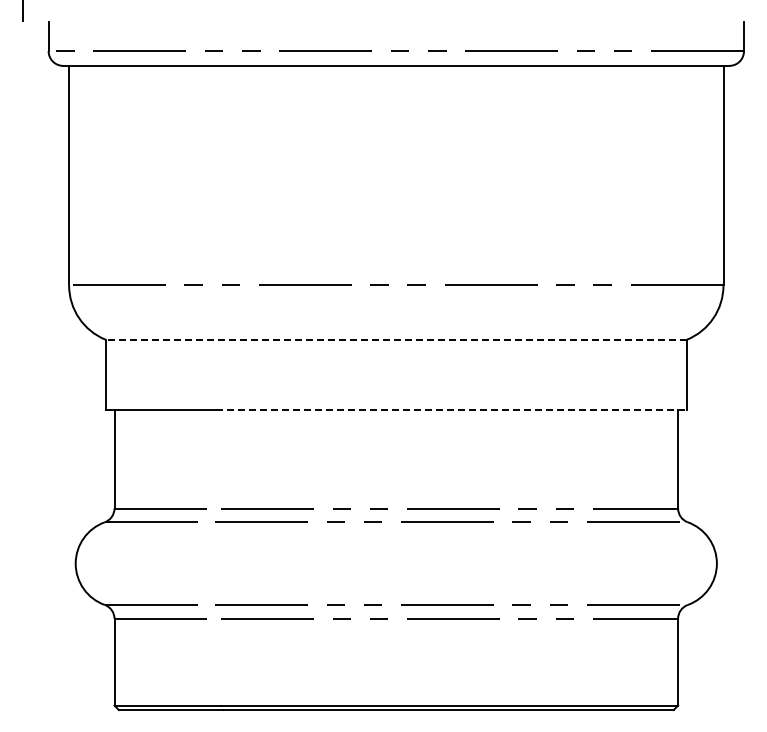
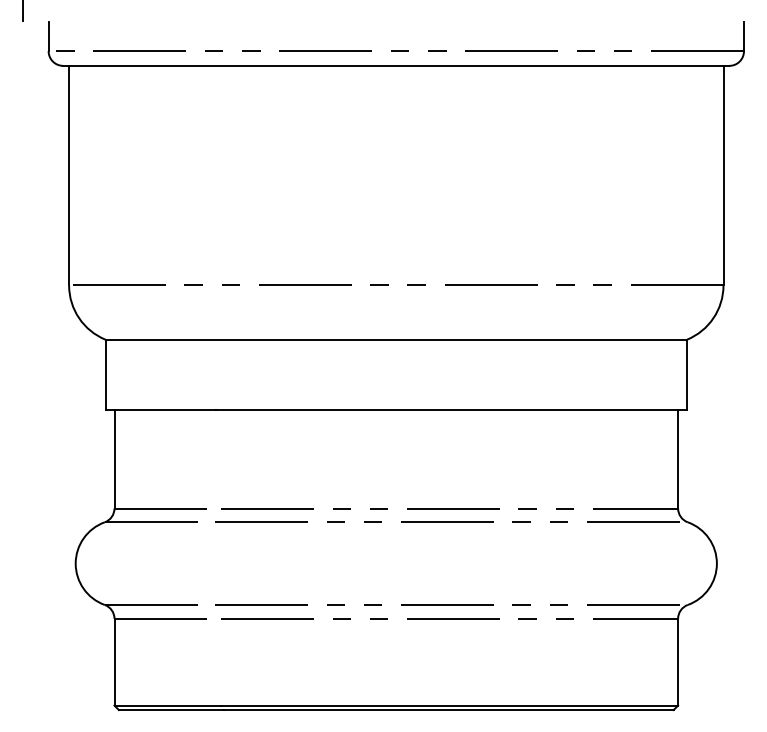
line at (396, 339): dashed -> solid
line at (451, 409): dashed -> solid
